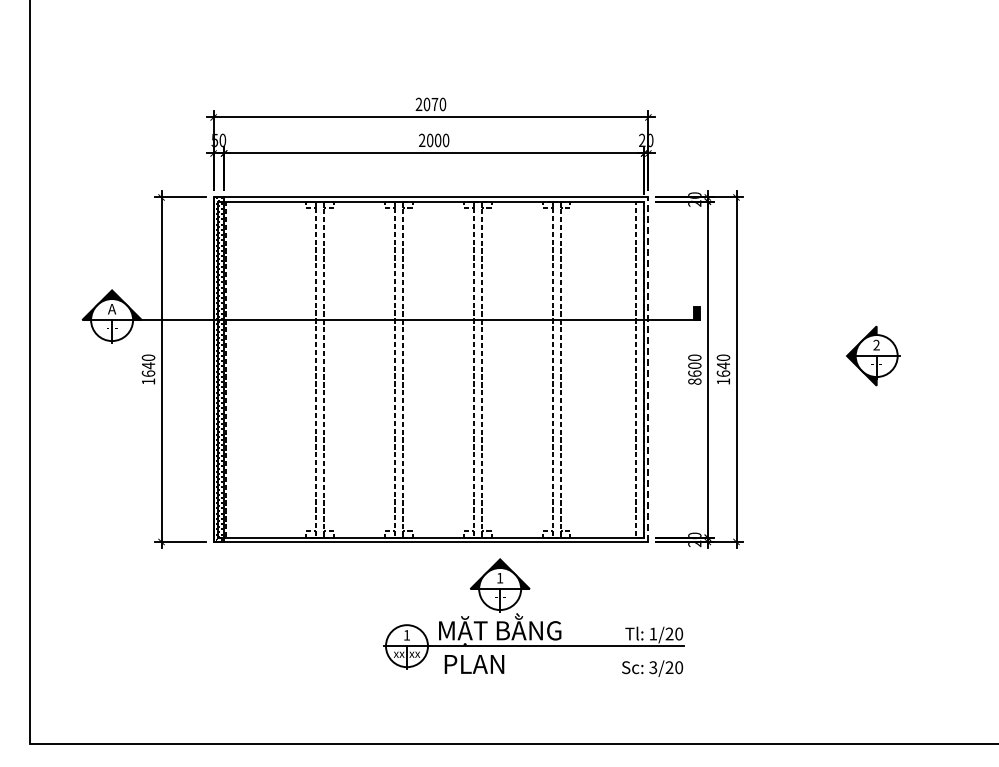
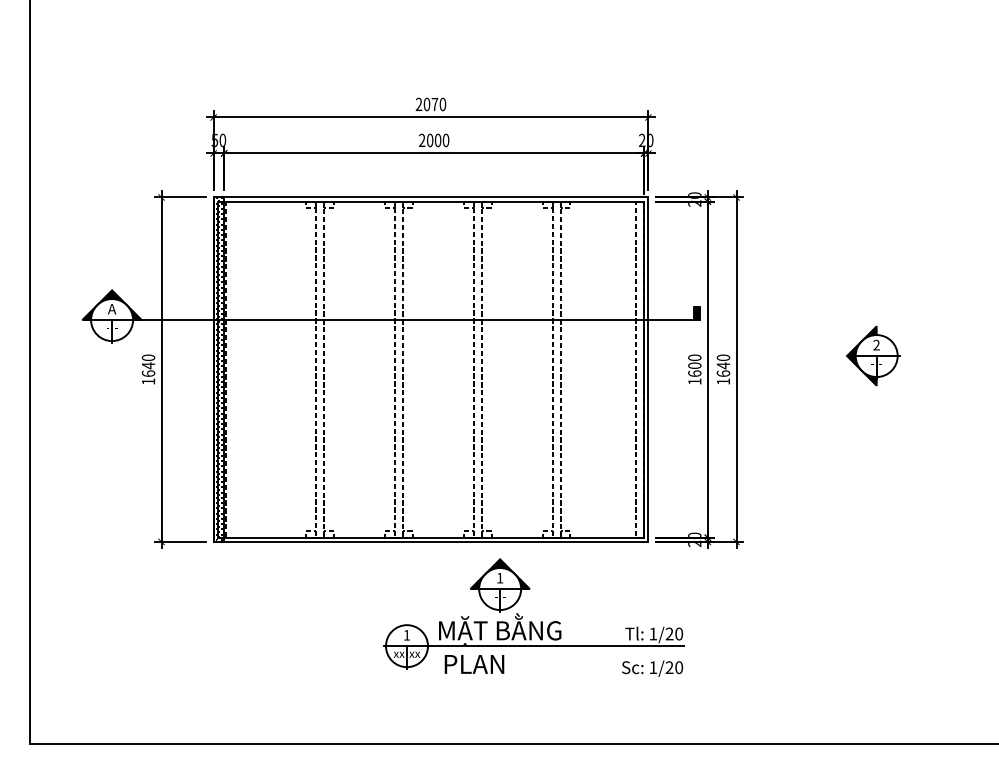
line at (648, 369): dashed -> solid
text at (694, 381): 8600 -> 1600
text at (653, 667): 3/20 -> 1/20
